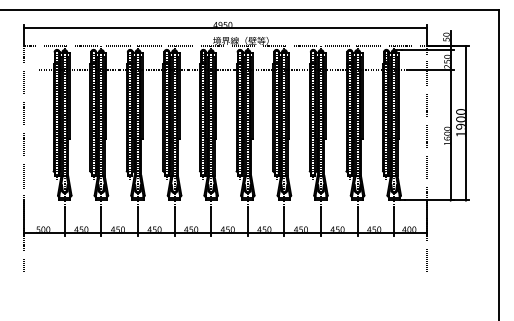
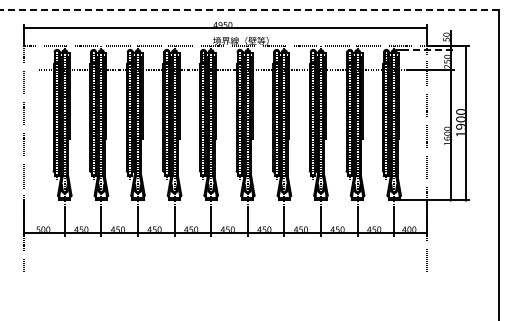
line at (248, 9): solid -> dashed
line at (428, 50): solid -> dashed
